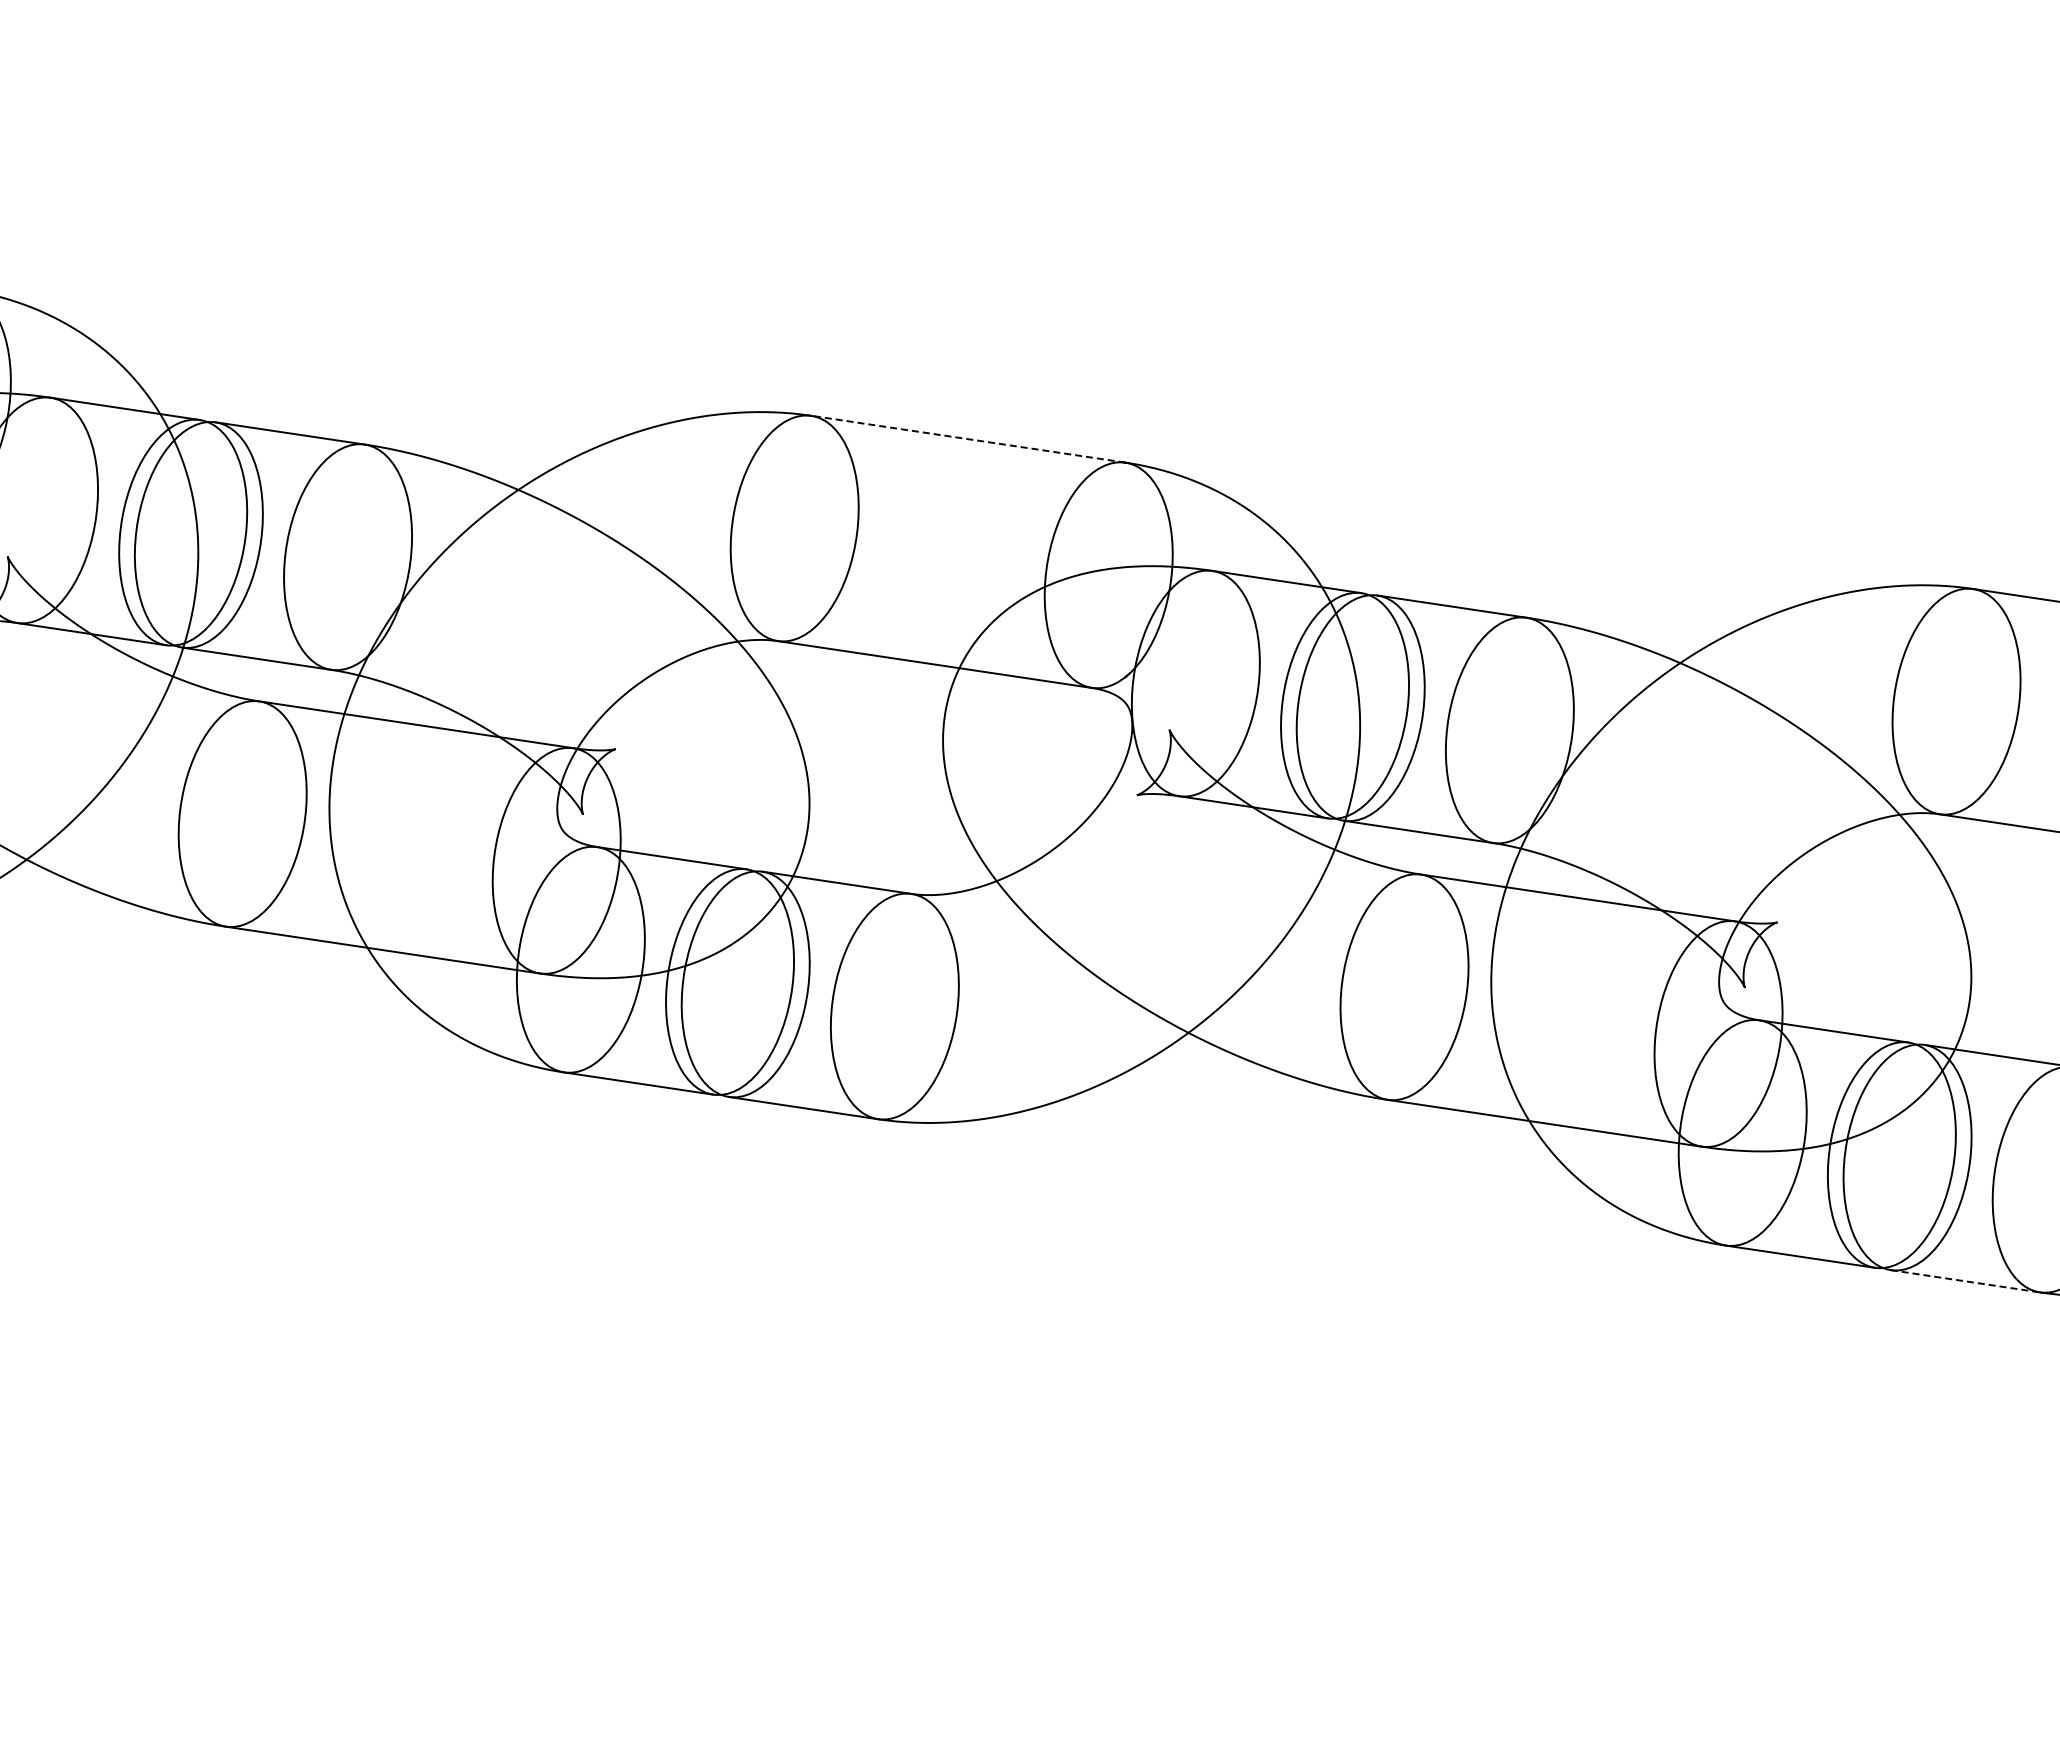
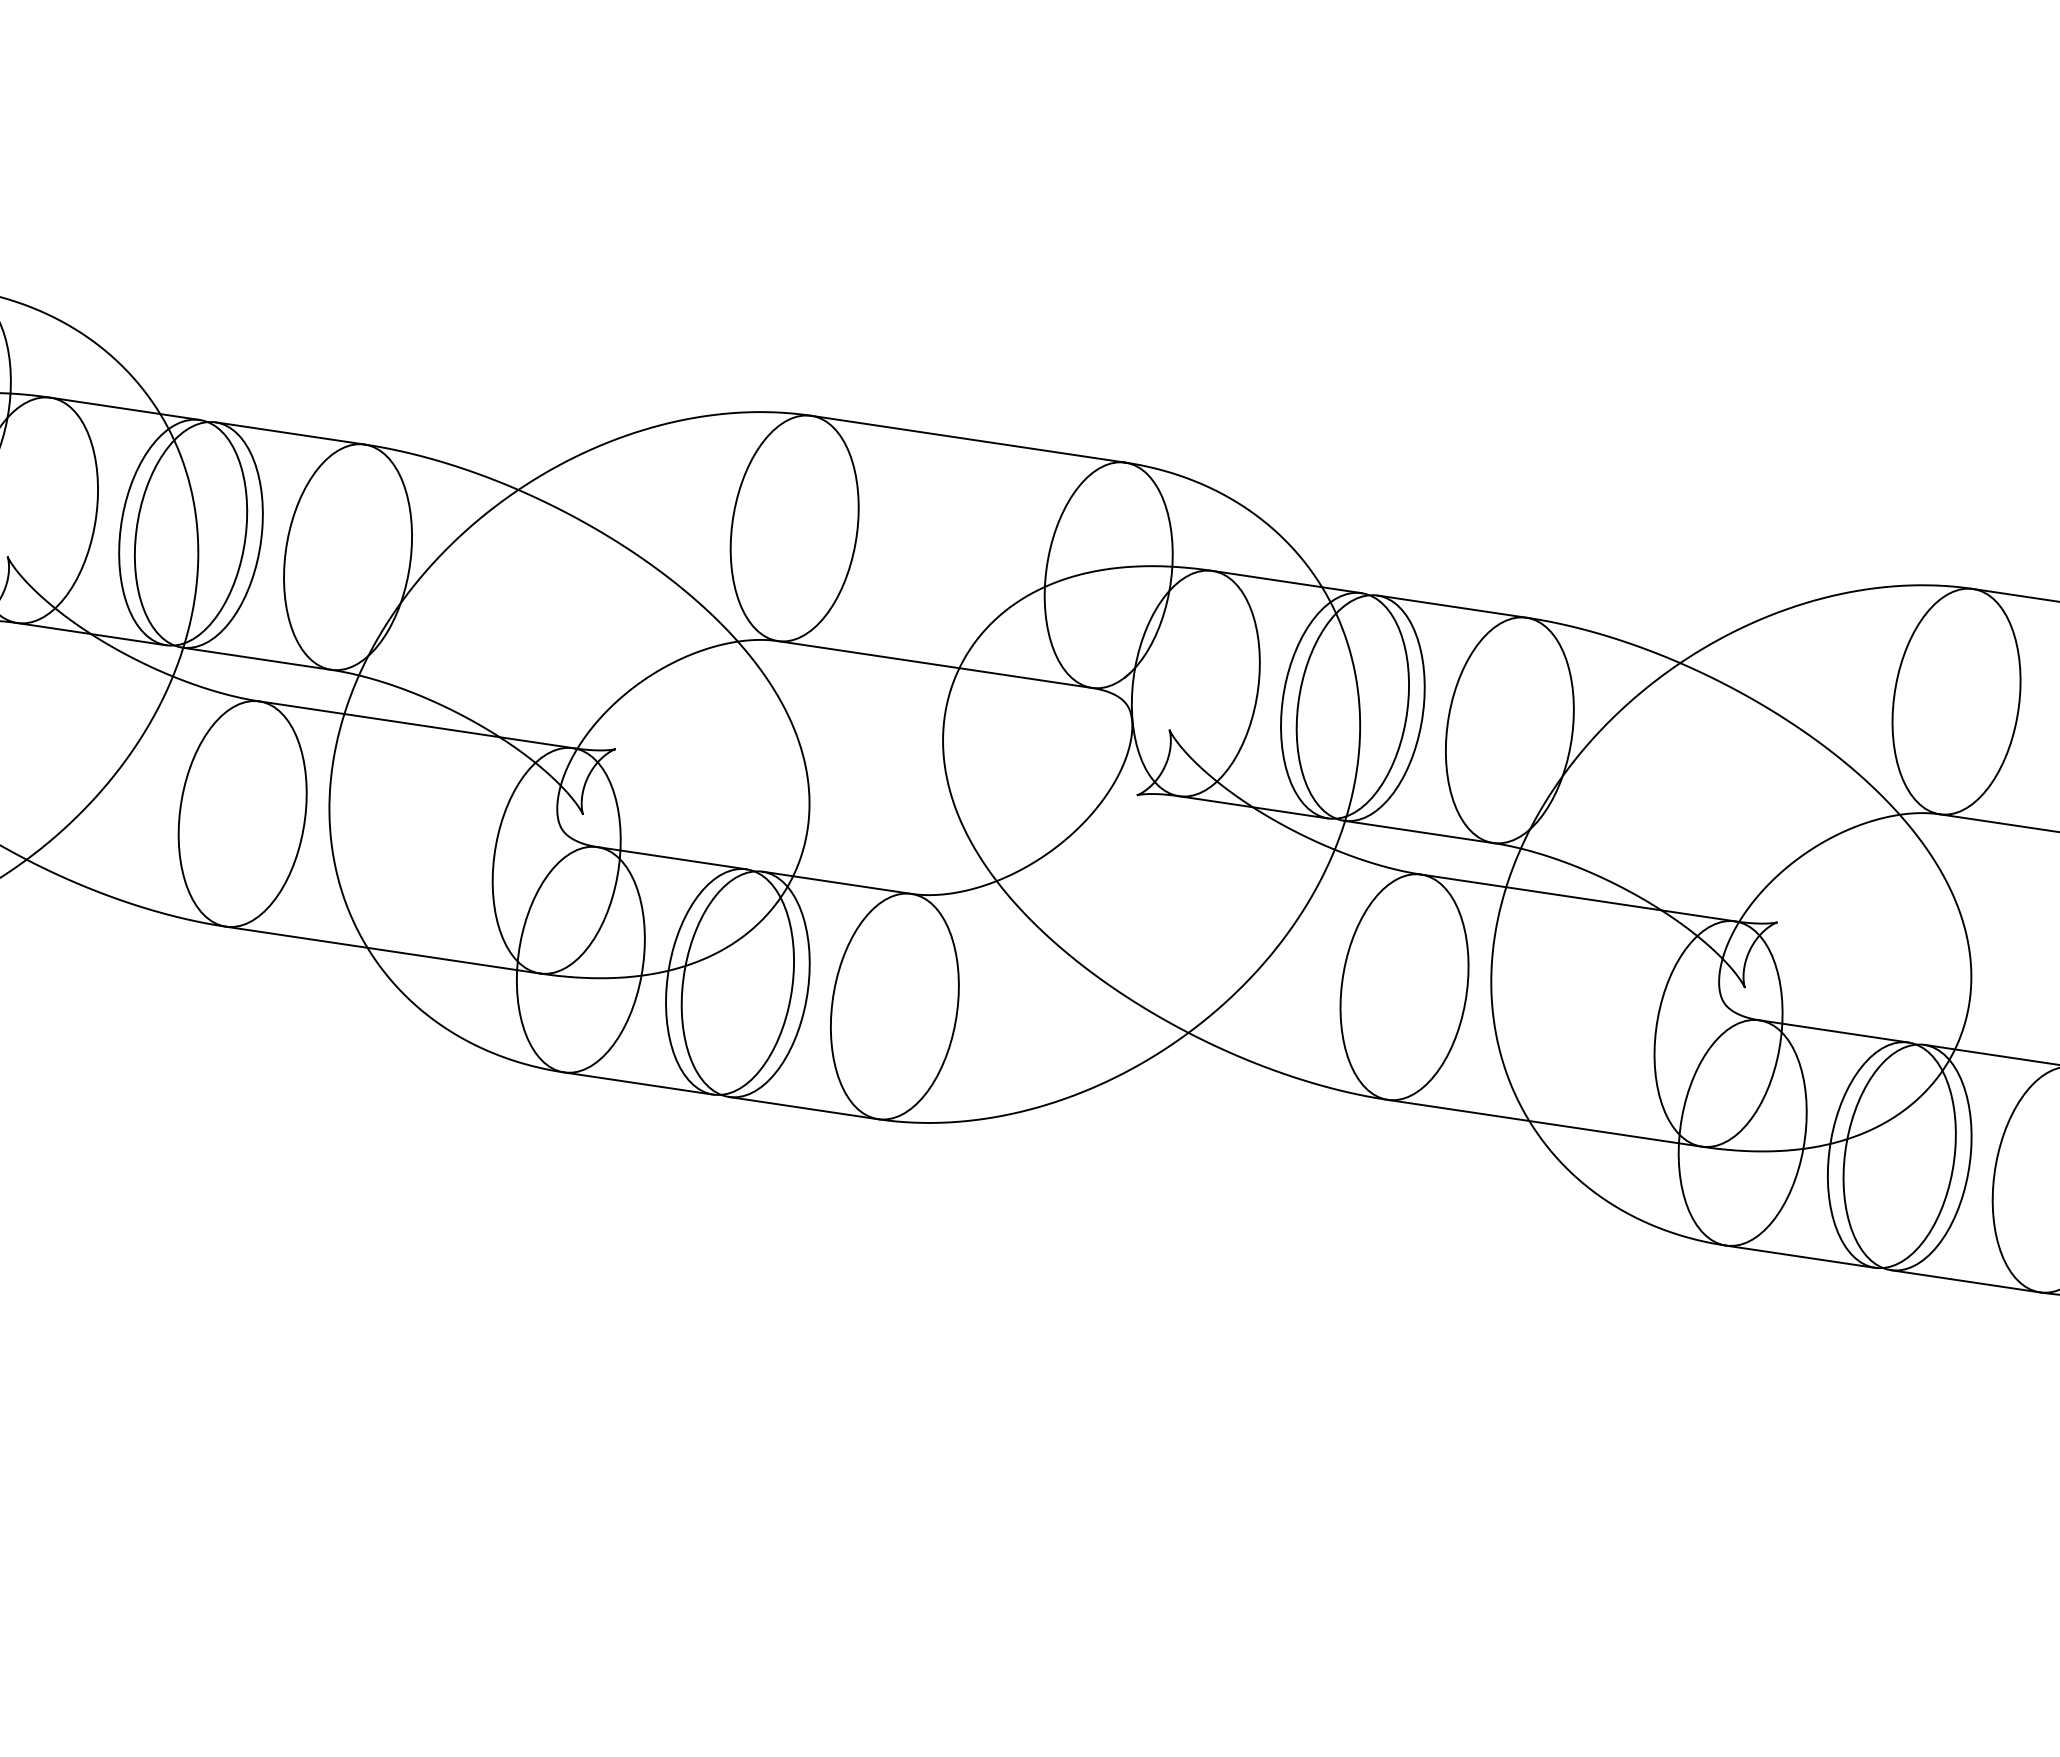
line at (968, 439): dashed -> solid
line at (1965, 1281): dashed -> solid
